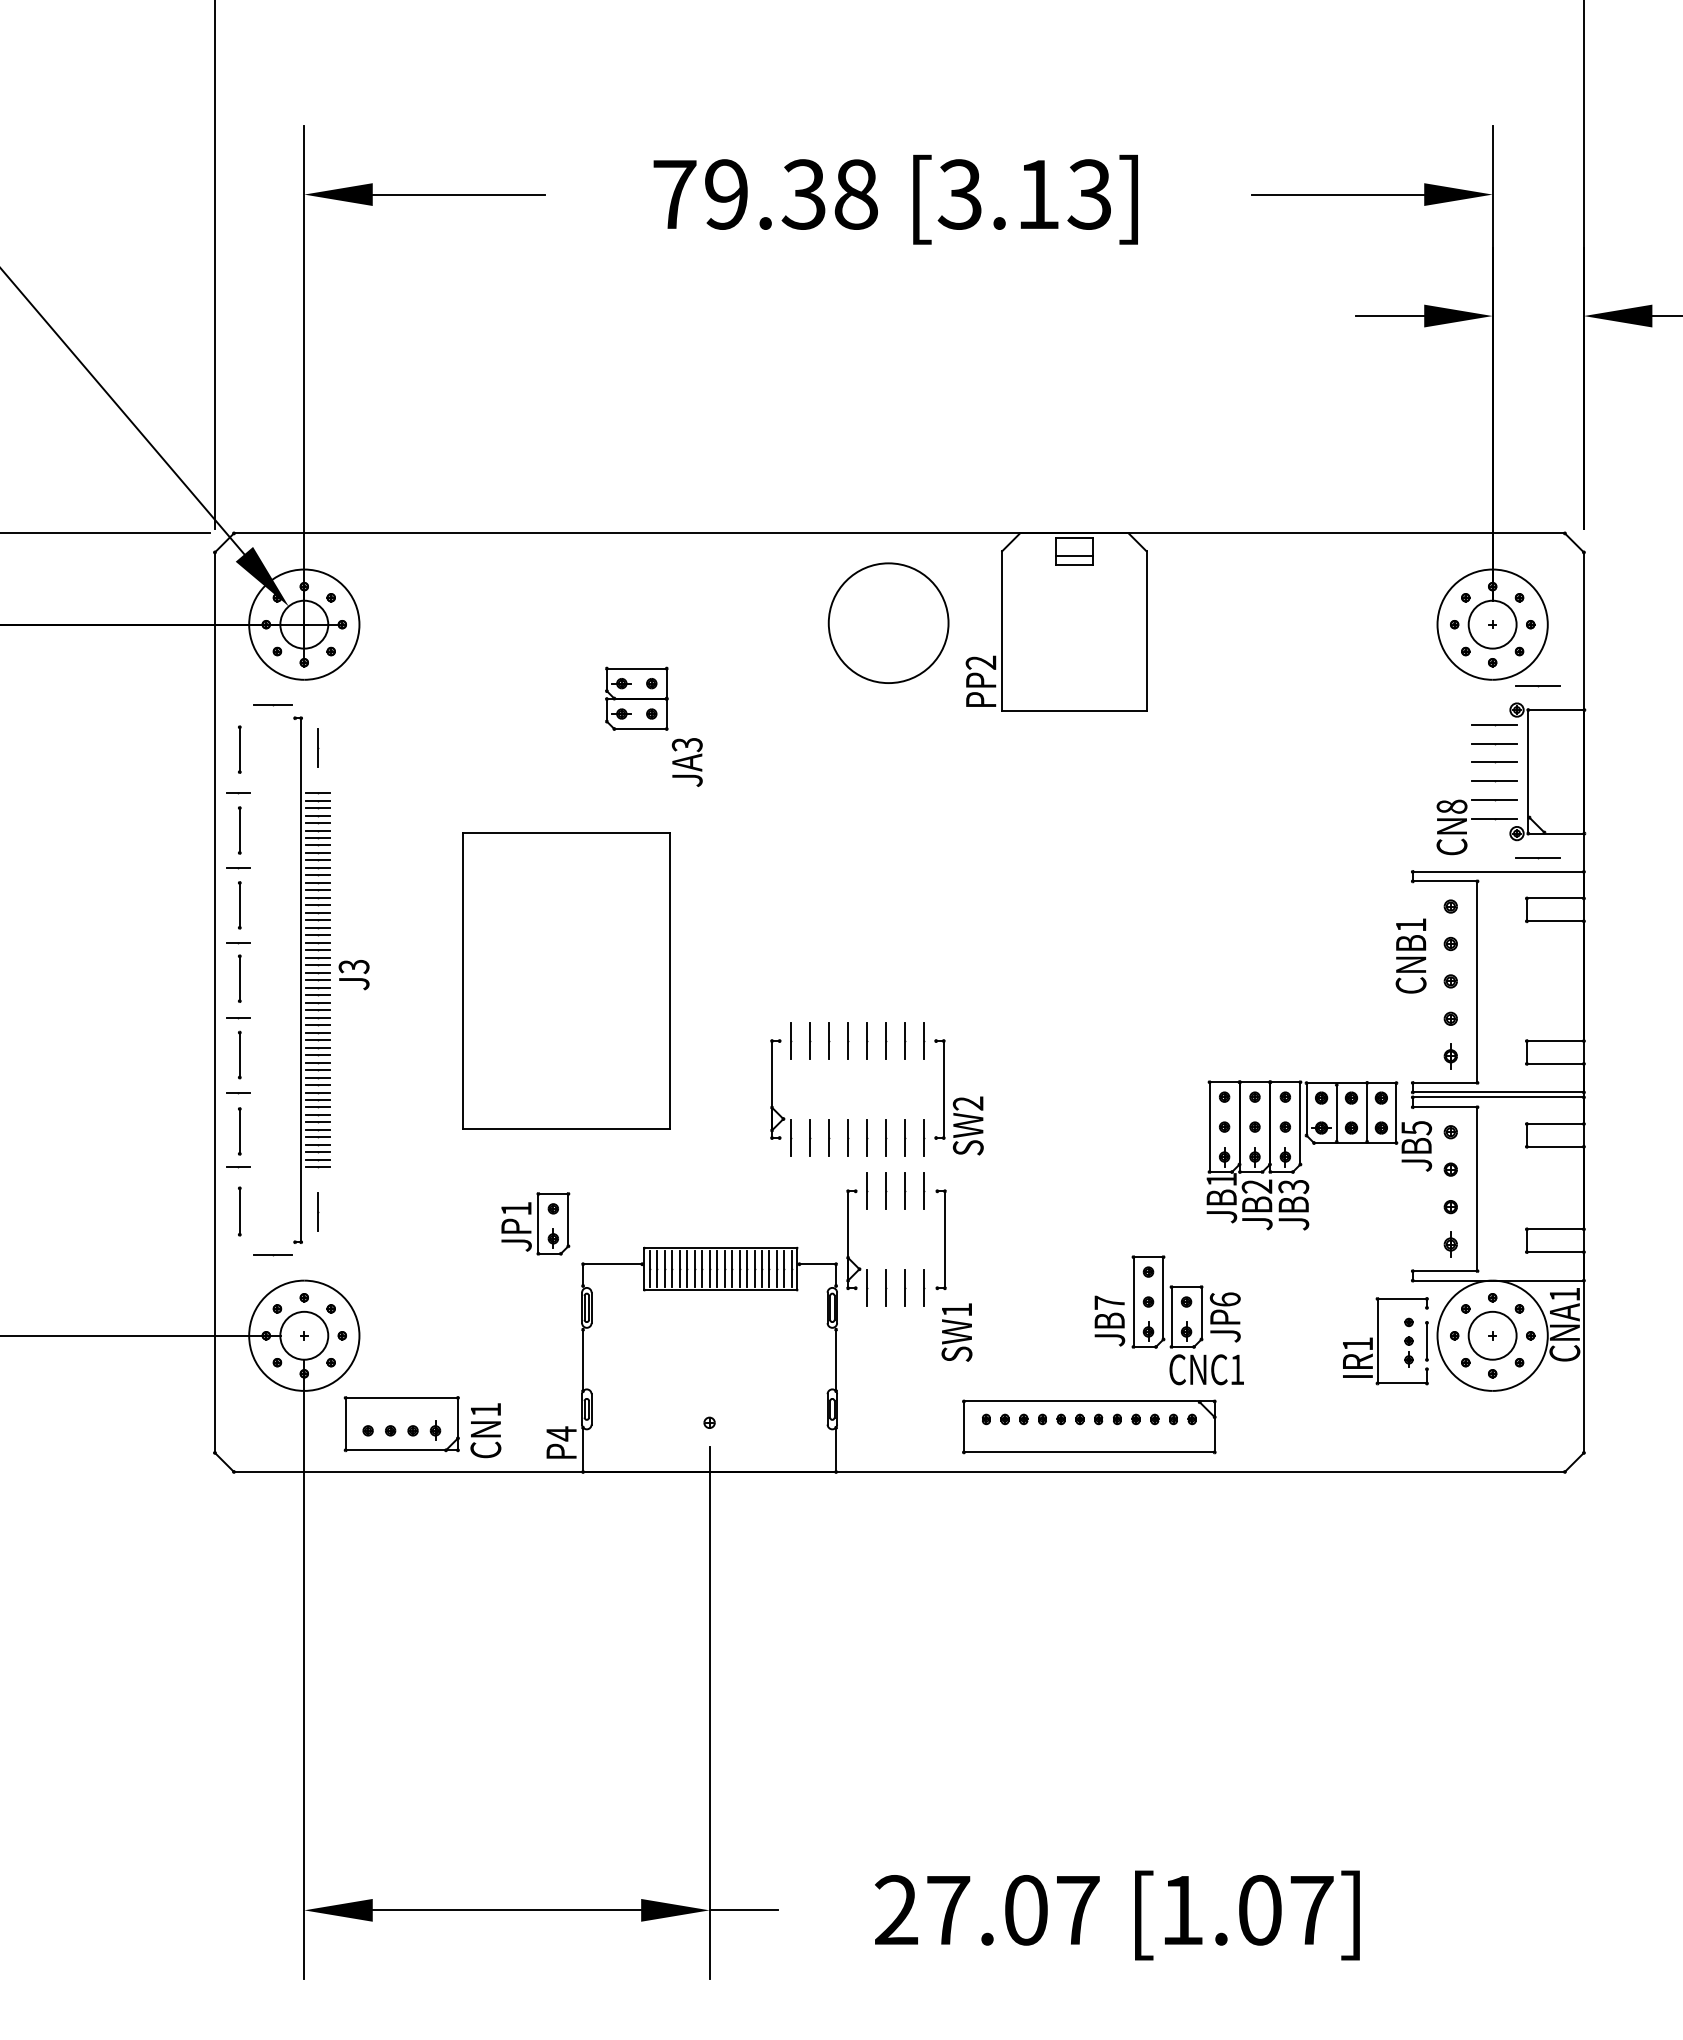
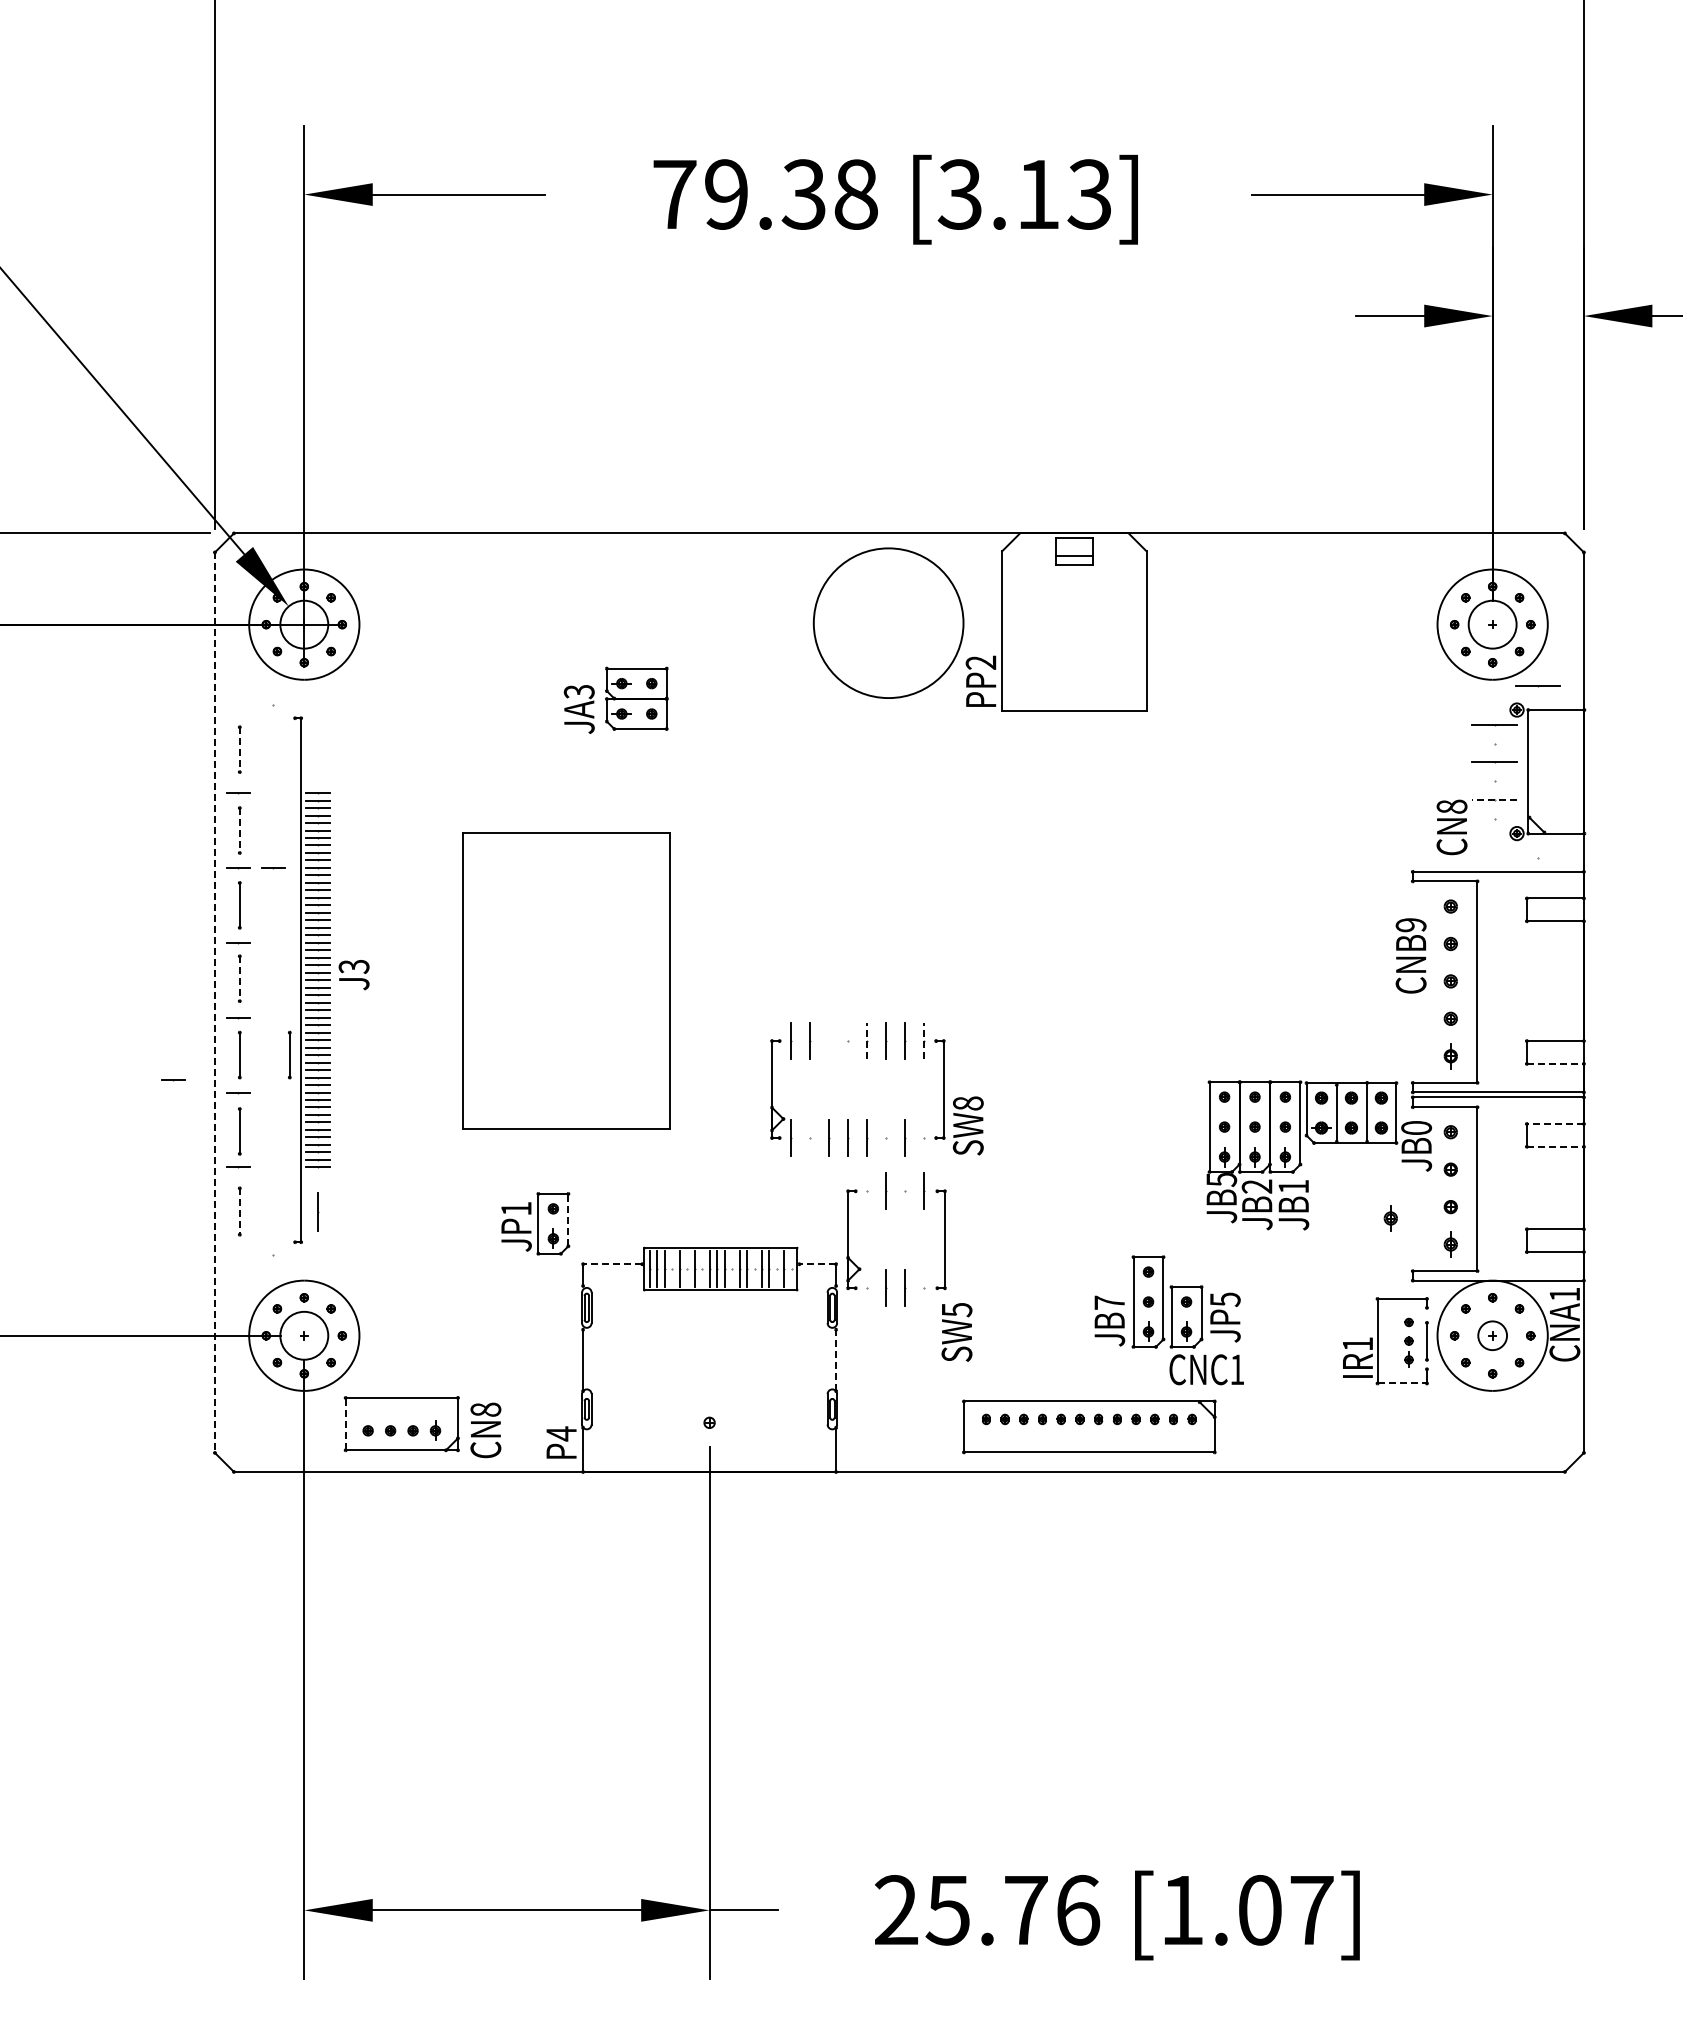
circle at (888, 623) diameter: 120 px -> 150 px
line at (272, 705): present -> none
line at (1494, 743): present -> none
line at (318, 747): present -> none
line at (239, 750): solid -> dashed
text at (686, 762) position: (686, 762) -> (578, 709)
line at (1494, 781): present -> none
line at (1494, 799): solid -> dashed
line at (1494, 818): present -> none
line at (239, 831): solid -> dashed
line at (1537, 857): present -> none
line at (273, 868): none -> present
text at (1410, 925): CNB1 -> CNB9
line at (239, 979): solid -> dashed
line at (214, 1003): solid -> dashed
line at (829, 1040): present -> none
line at (867, 1040): solid -> dashed
line at (924, 1040): solid -> dashed
line at (848, 1041): present -> none
part at (289, 1054): none -> present
line at (1555, 1063): solid -> dashed
line at (173, 1080): none -> present
text at (967, 1103): SW2 -> SW8
line at (1555, 1123): solid -> dashed
text at (1416, 1128): JB5 -> JB0
line at (810, 1137): present -> none
line at (886, 1137): present -> none
line at (924, 1137): present -> none
line at (1555, 1146): solid -> dashed
text at (1221, 1180): JB1 -> JB5
text at (1293, 1187): JB3 -> JB1
line at (867, 1191): present -> none
line at (905, 1191): present -> none
line at (239, 1212): solid -> dashed
part at (1390, 1218): none -> present
line at (568, 1219): solid -> dashed
line at (272, 1255): present -> none
line at (612, 1264): solid -> dashed
line at (817, 1264): solid -> dashed
line at (672, 1268): present -> none
line at (687, 1268): present -> none
line at (702, 1268): present -> none
line at (732, 1268): present -> none
line at (754, 1268): present -> none
line at (776, 1268): present -> none
line at (791, 1268): present -> none
line at (867, 1288): present -> none
line at (924, 1288): present -> none
text at (1224, 1299): JP6 -> JP5
text at (957, 1310): SW1 -> SW5
circle at (1492, 1335) diameter: 48 px -> 29 px
line at (836, 1360): solid -> dashed
line at (1402, 1383): solid -> dashed
text at (485, 1409): CN1 -> CN8
line at (345, 1423): solid -> dashed
text at (1012, 1910): 27.07 -> 25.76
